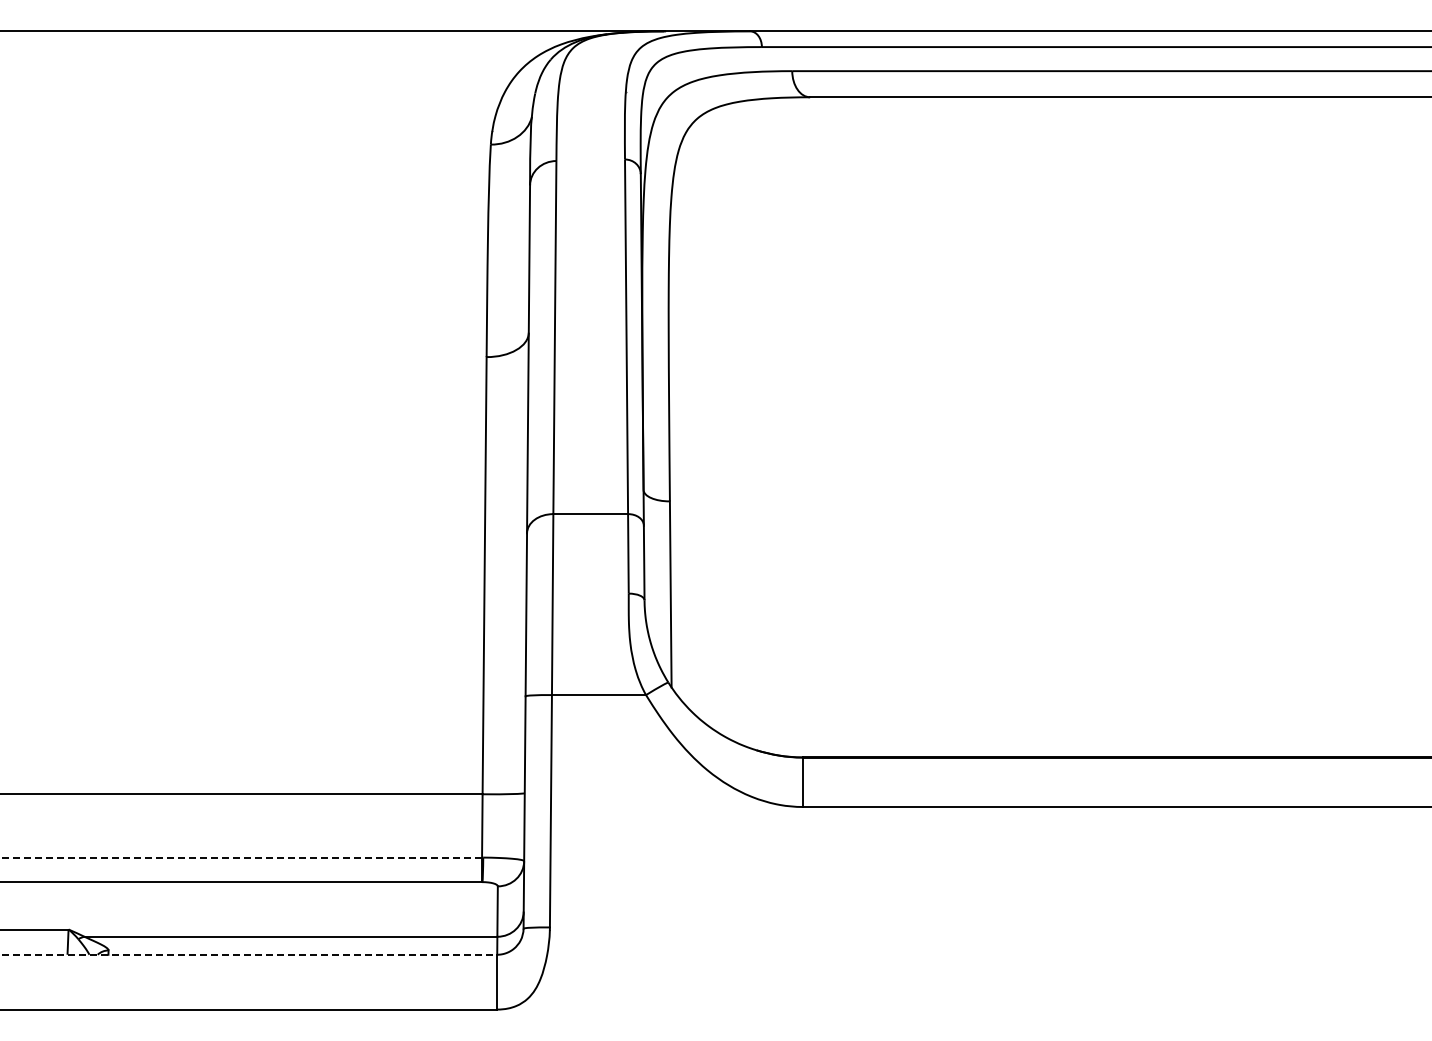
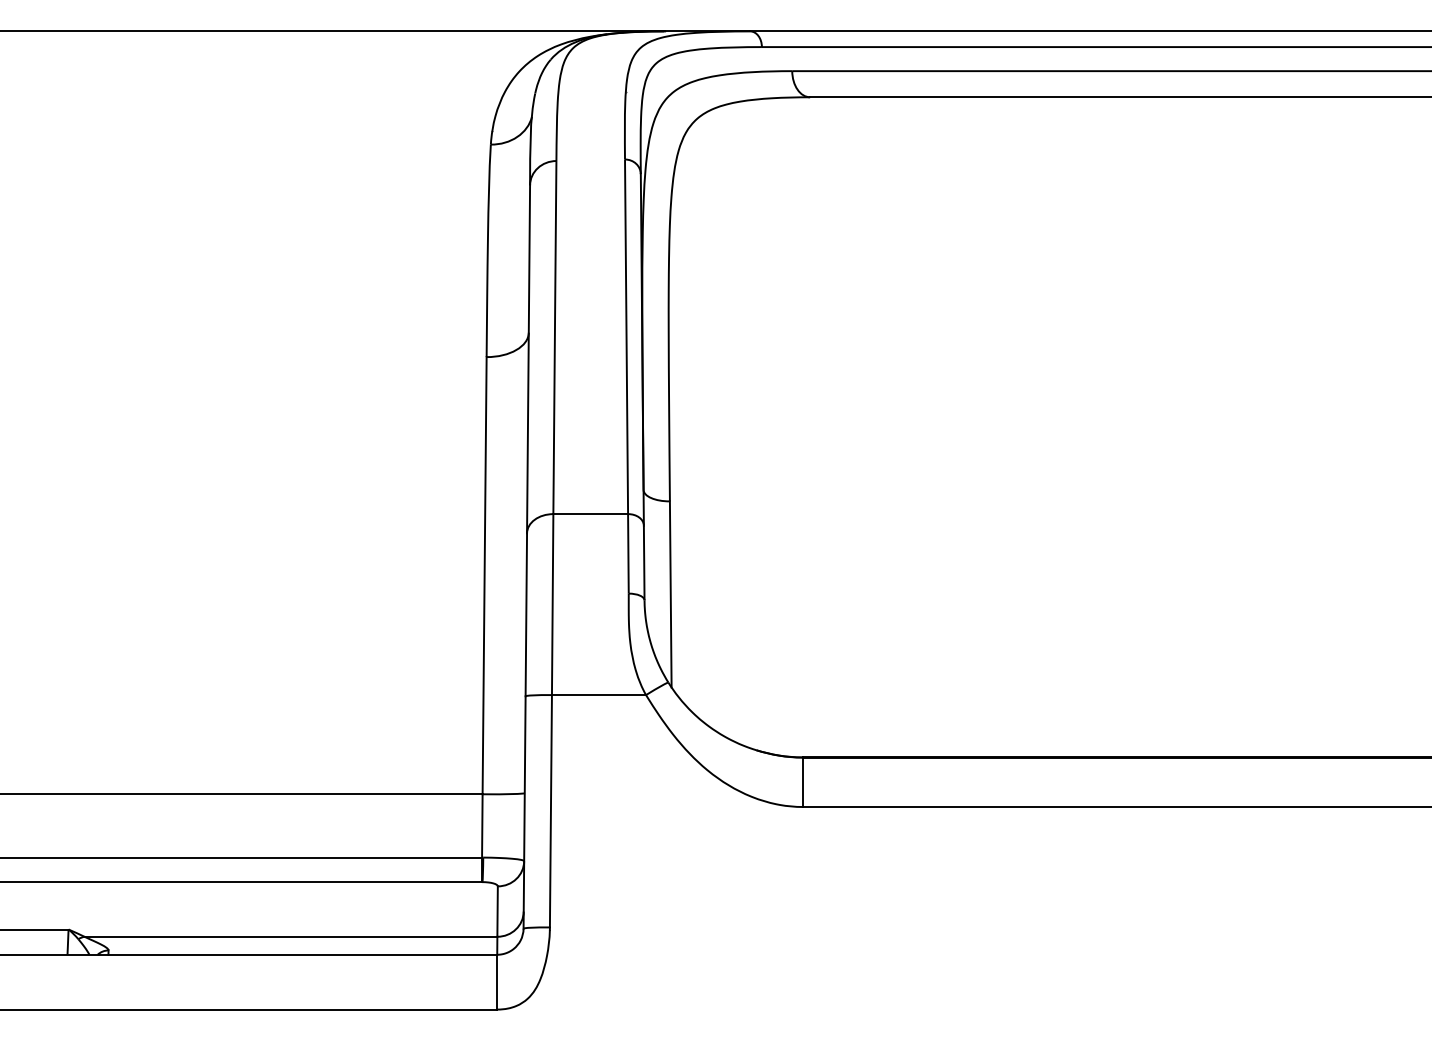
line at (241, 857): dashed -> solid
line at (249, 954): dashed -> solid
